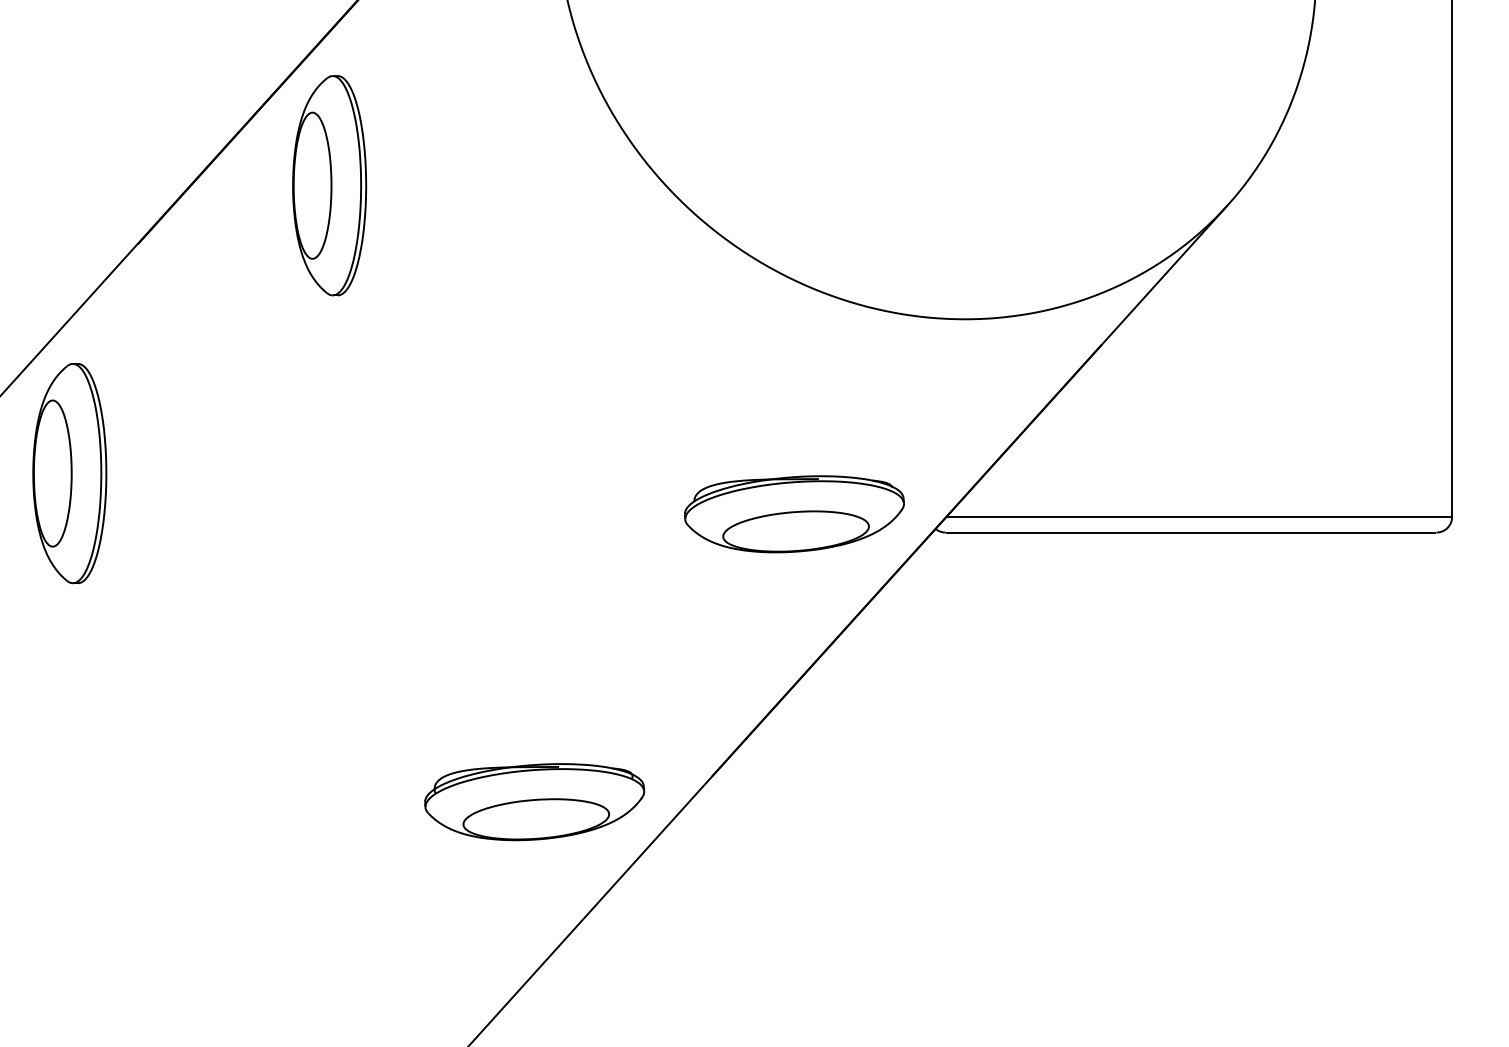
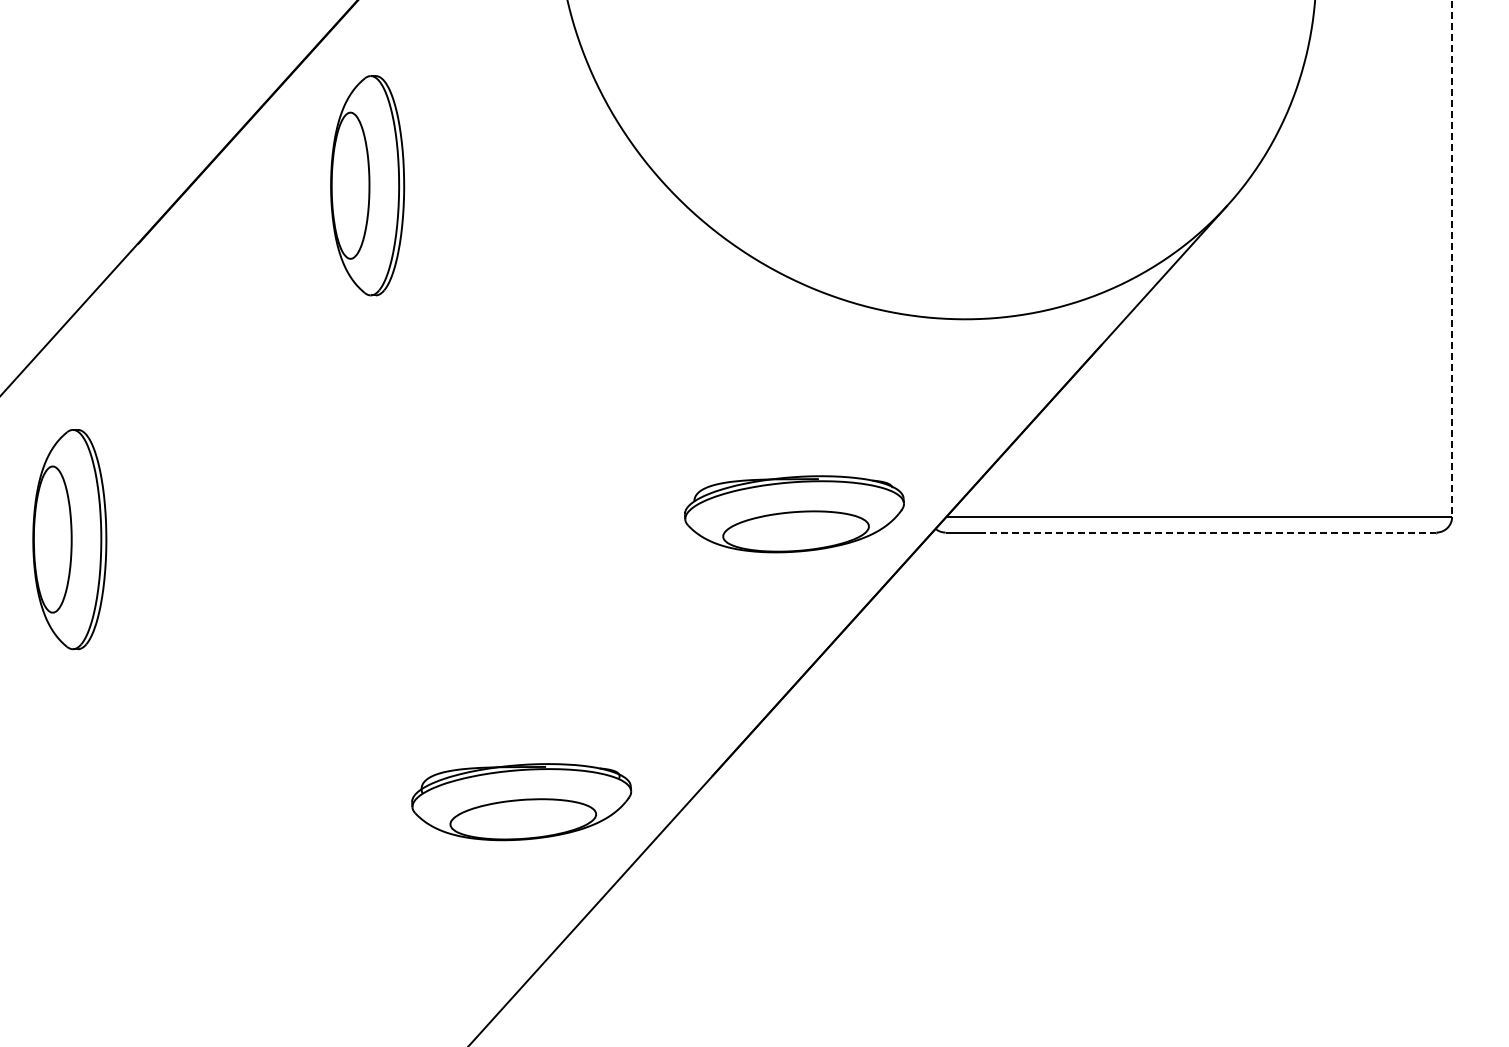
part at (329, 185) position: (329, 185) -> (367, 185)
line at (1452, 258): solid -> dashed
part at (69, 473) position: (69, 473) -> (69, 539)
line at (1208, 532): solid -> dashed
part at (534, 802) position: (534, 802) -> (521, 802)
